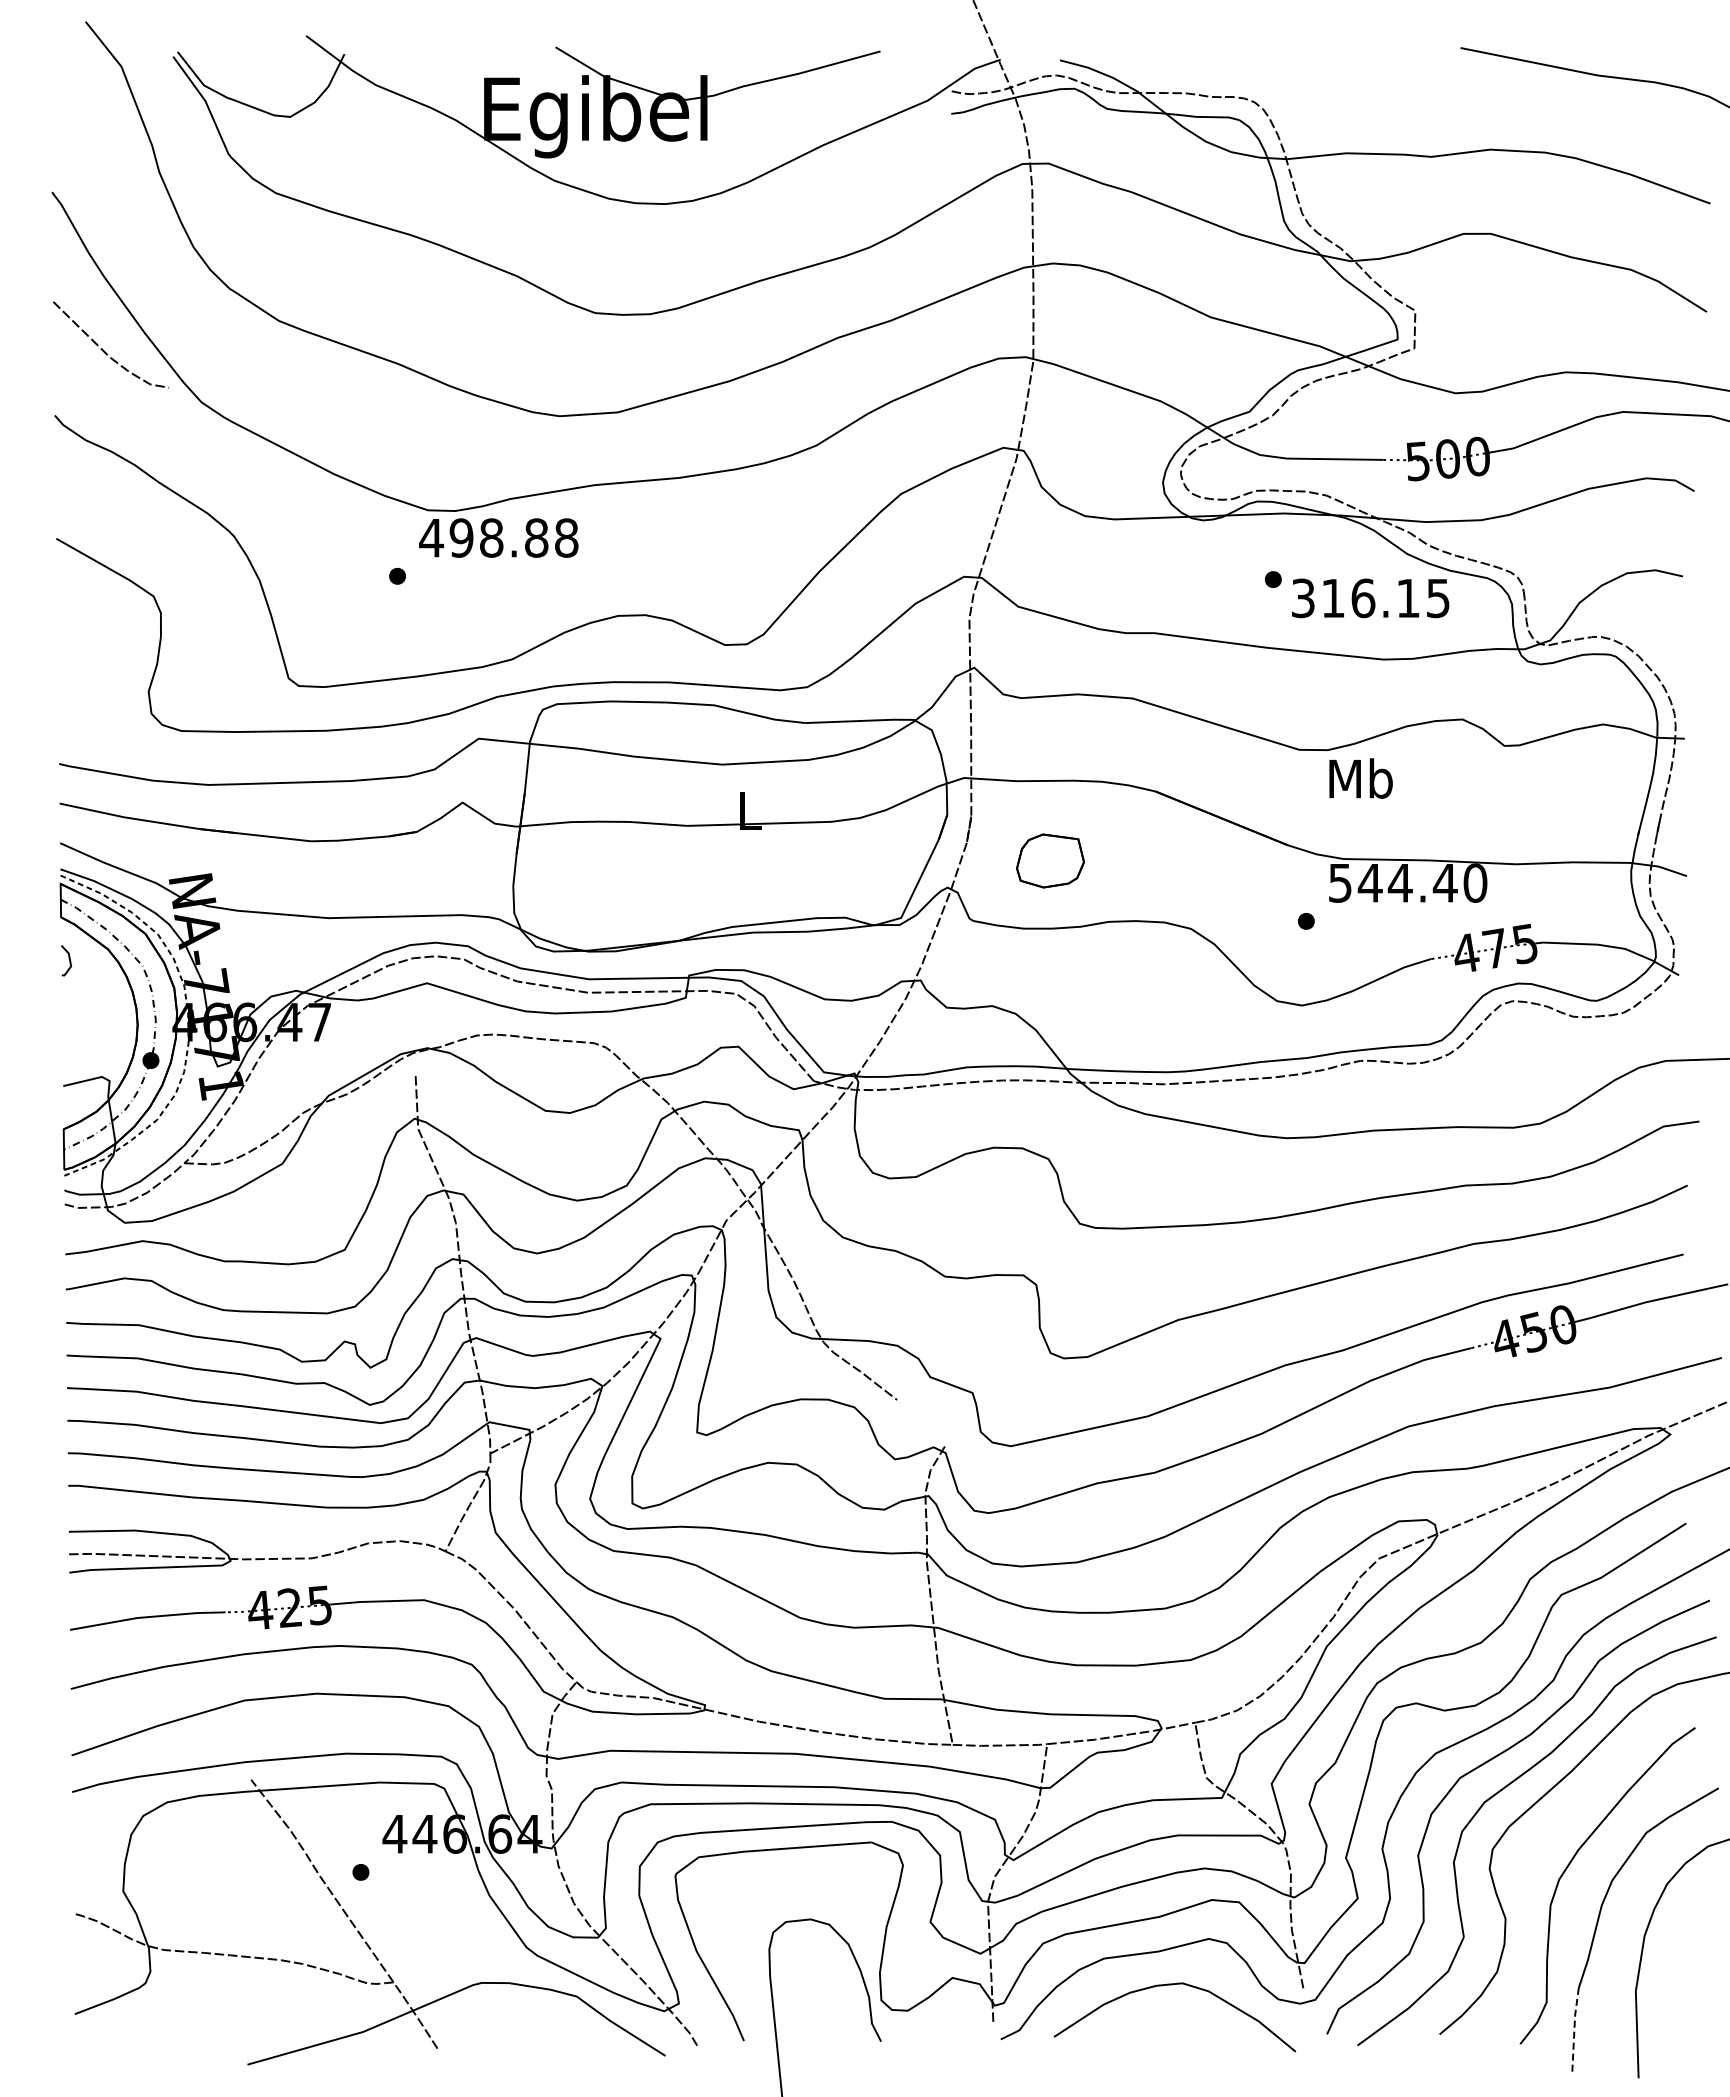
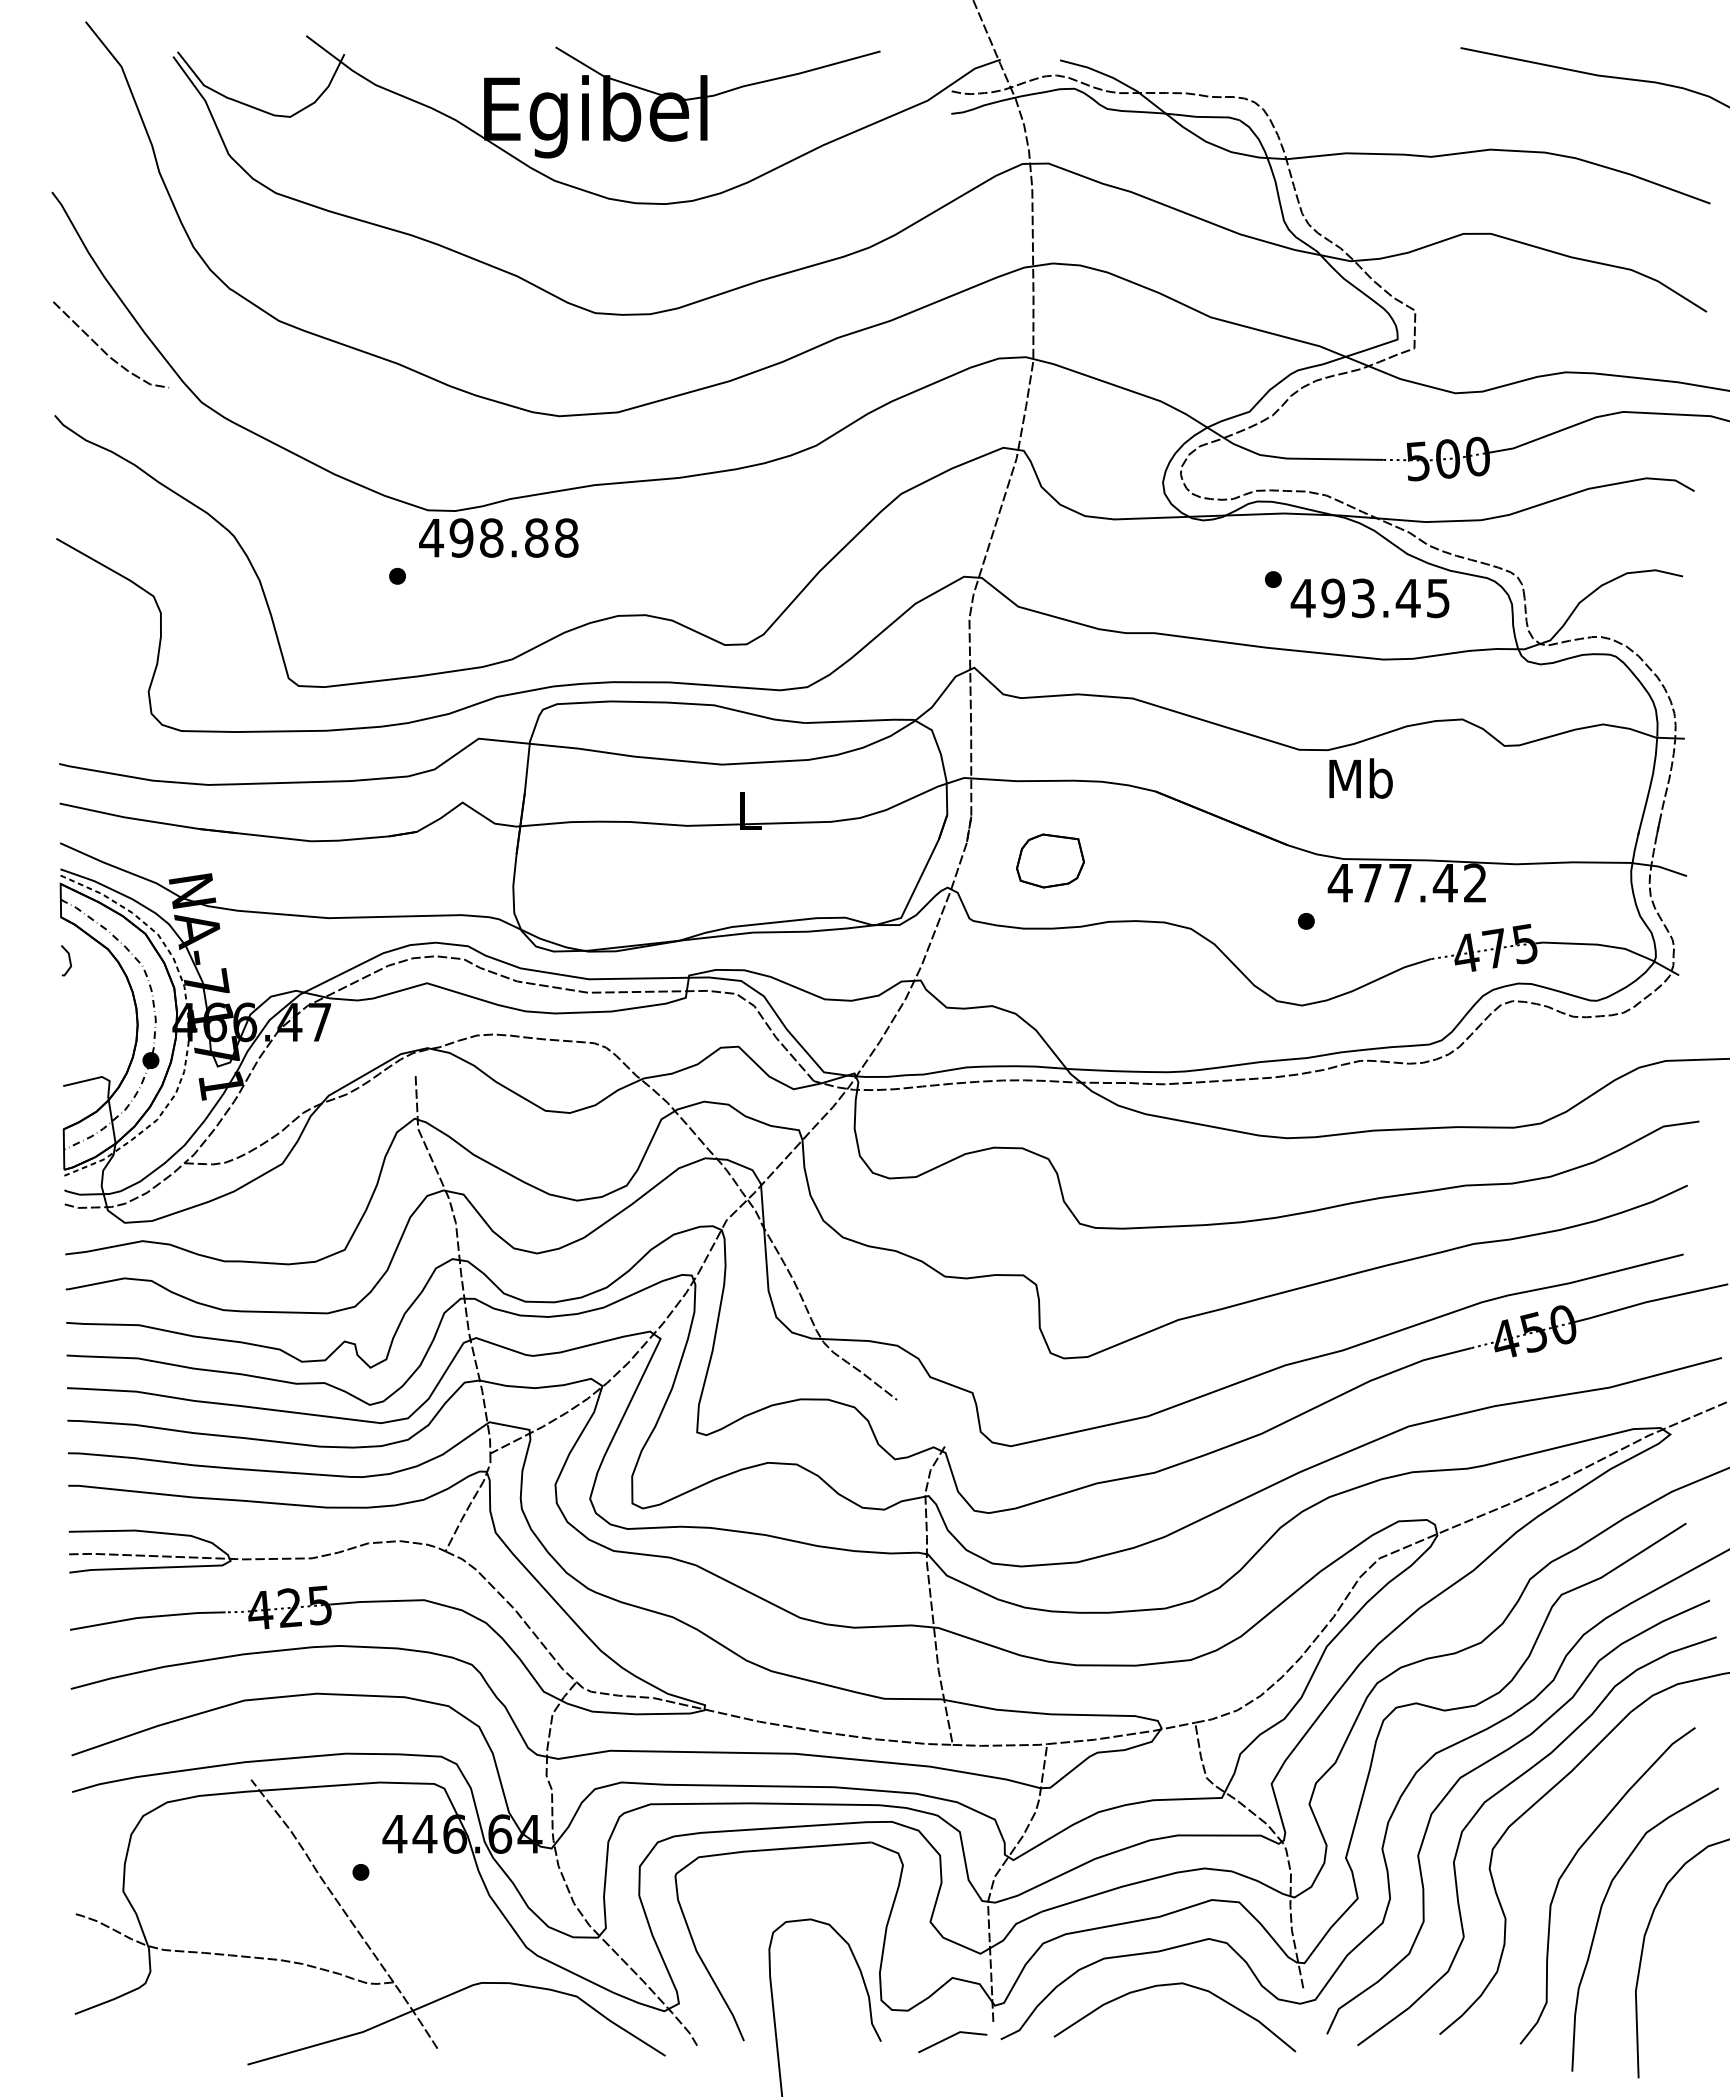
text at (1355, 598): 316.15 -> 493.45
text at (1407, 882): 544.40 -> 477.42
line at (1574, 2028): dashed -> solid
line at (949, 2038): none -> present
